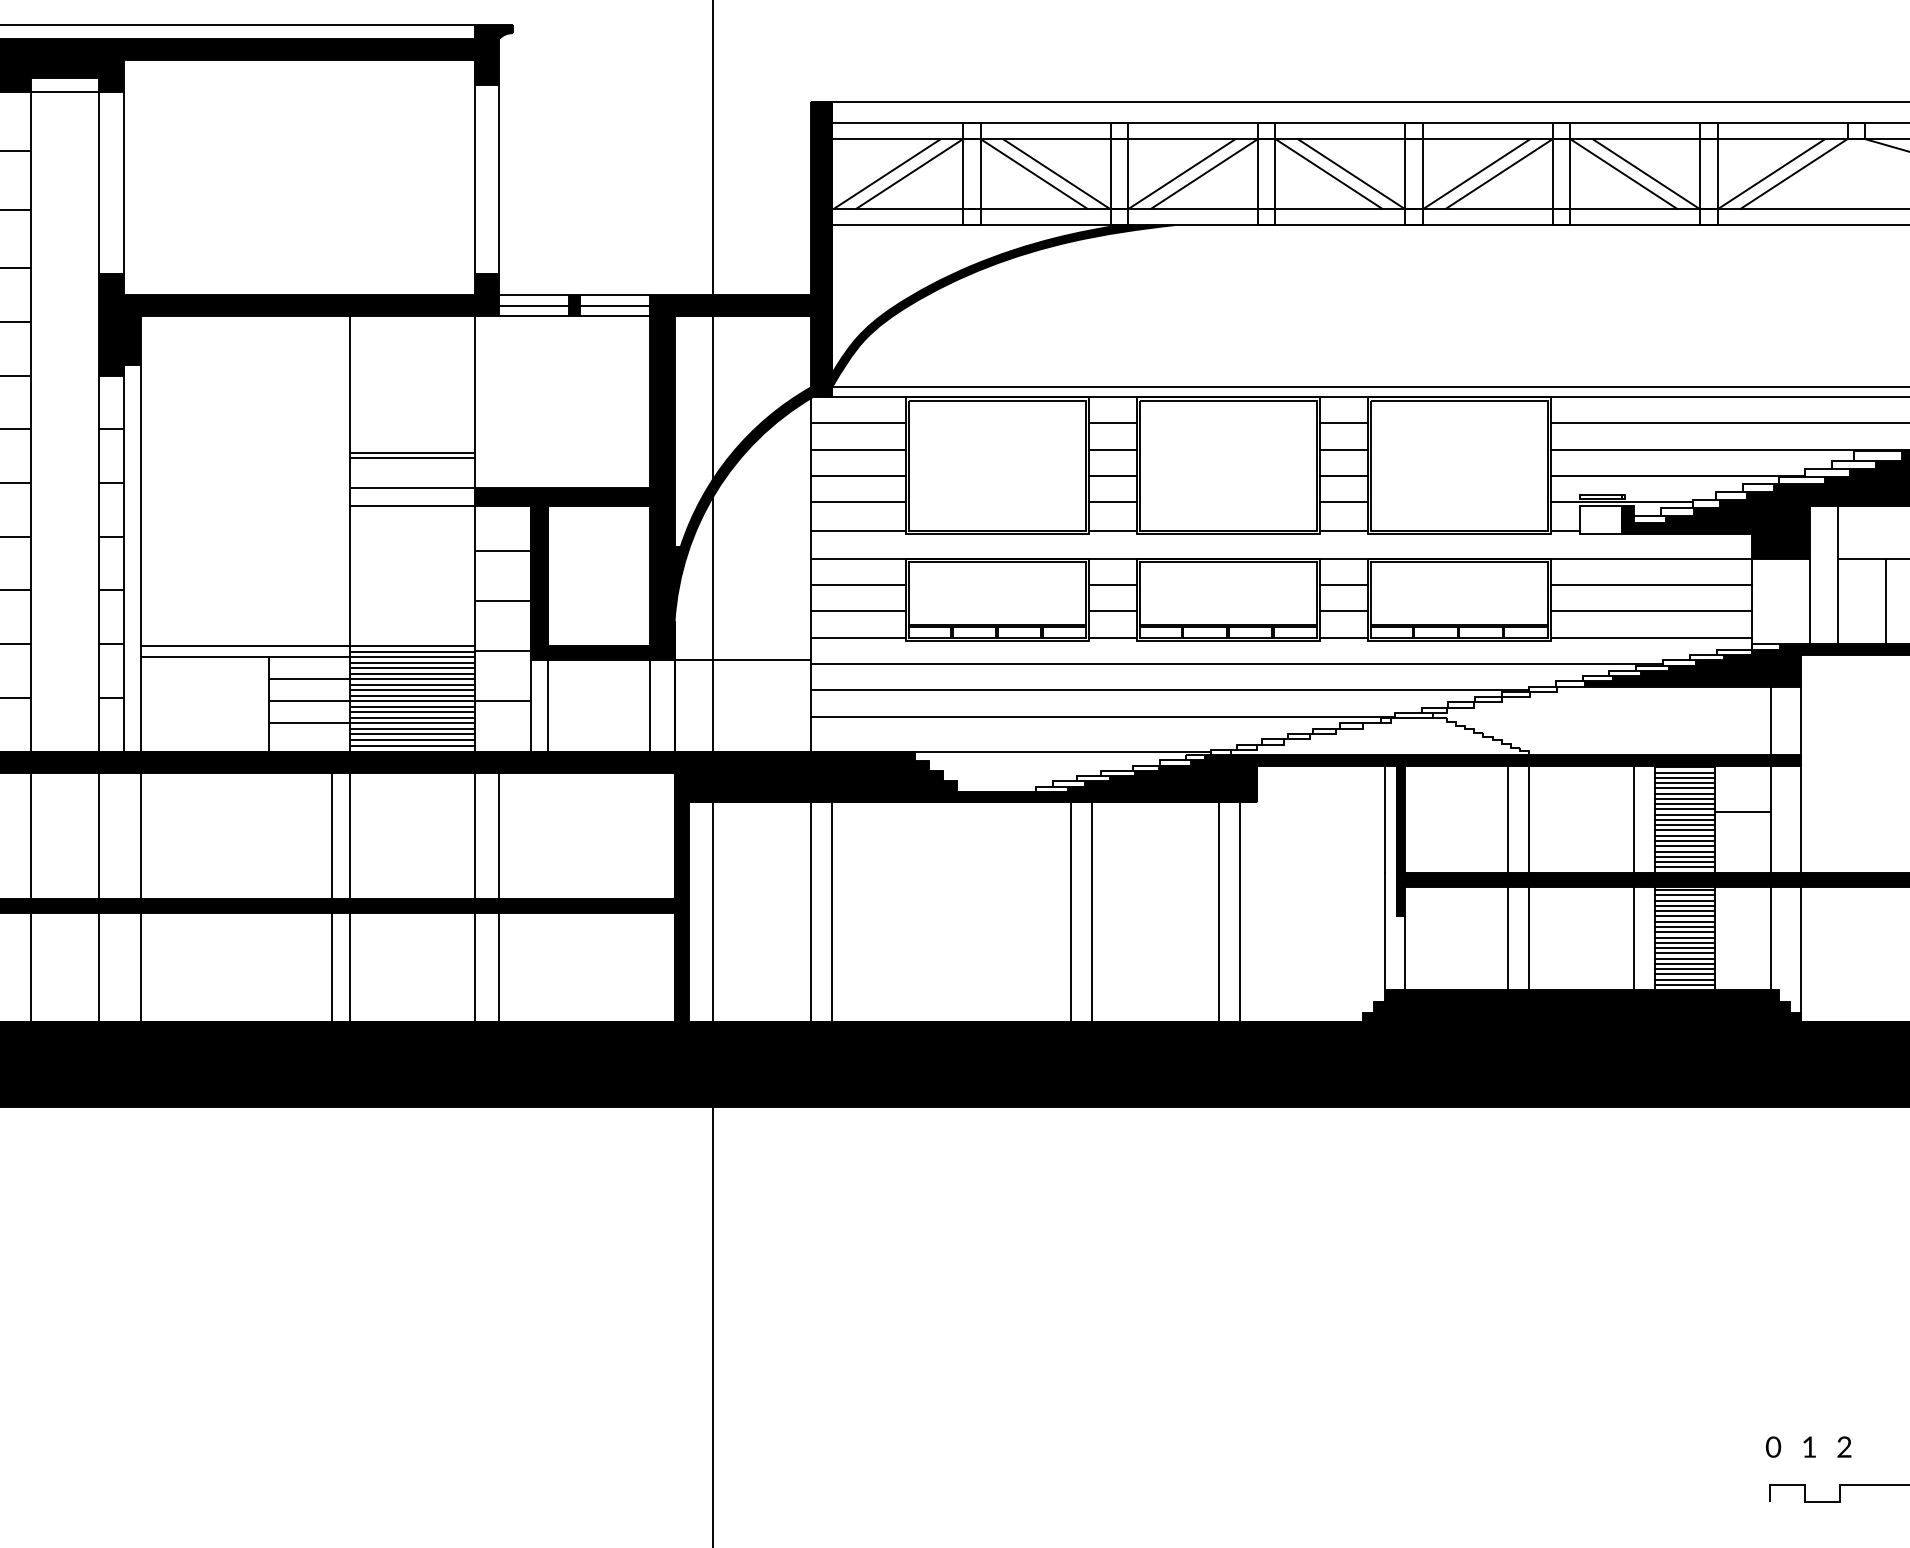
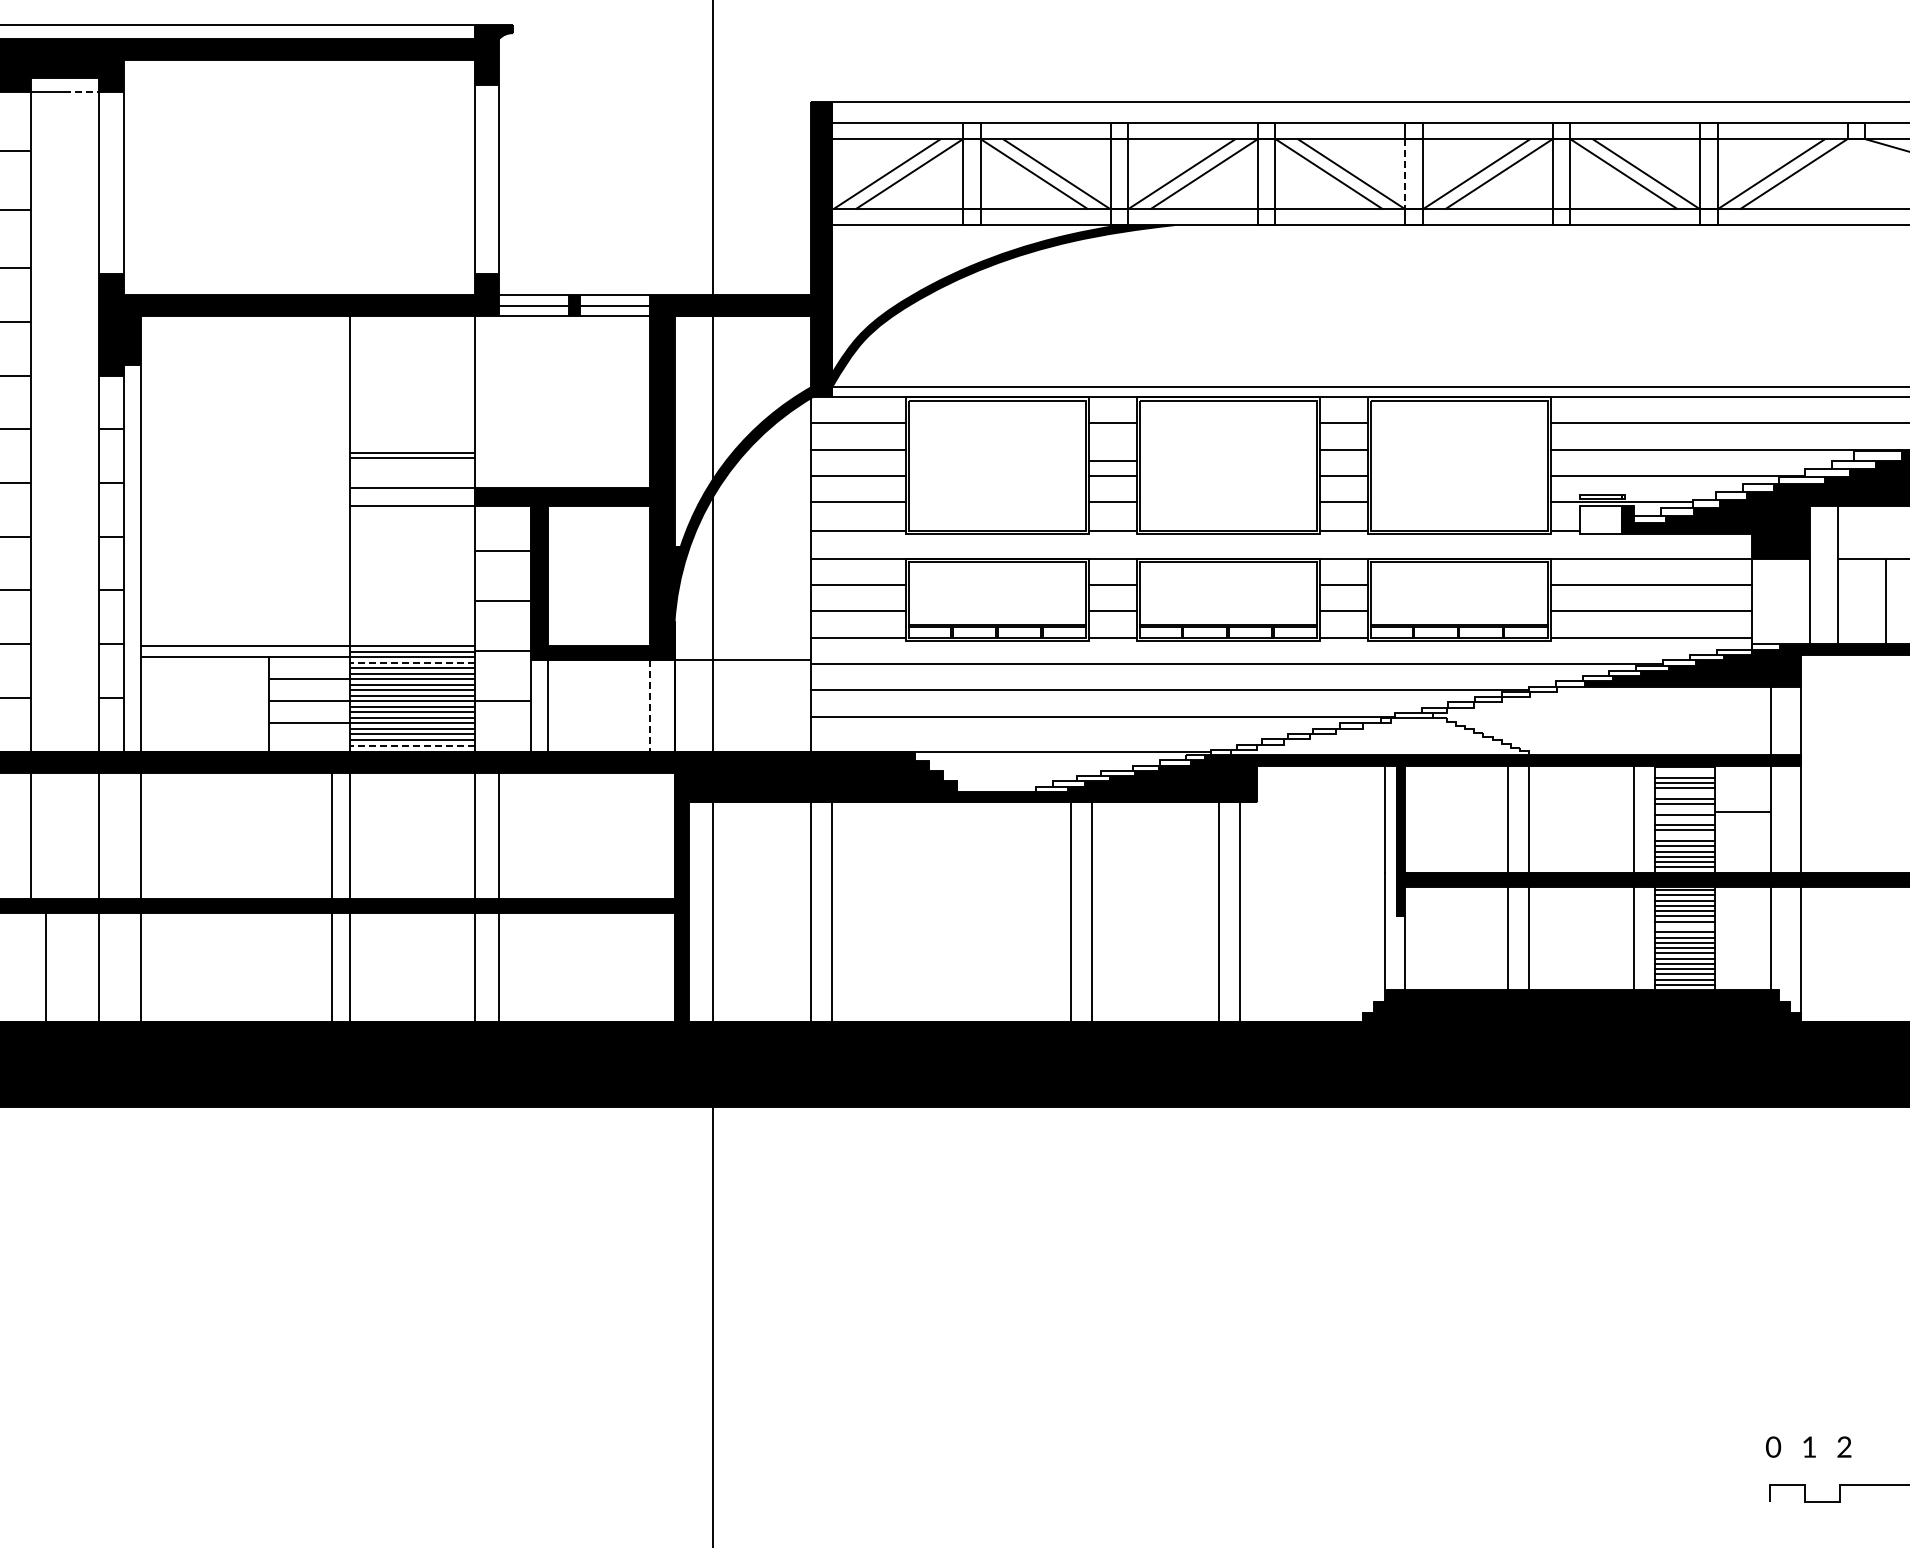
line at (81, 91): solid -> dashed
line at (1405, 174): solid -> dashed
line at (1112, 449) position: (1112, 449) -> (1112, 460)
line at (411, 662): solid -> dashed
line at (649, 705): solid -> dashed
line at (411, 745): solid -> dashed
line at (1684, 772): present -> none
line at (1684, 793): present -> none
line at (1684, 809): present -> none
line at (1684, 819): present -> none
line at (1684, 835): present -> none
line at (1684, 927): present -> none
line at (30, 966) position: (30, 966) -> (45, 966)
